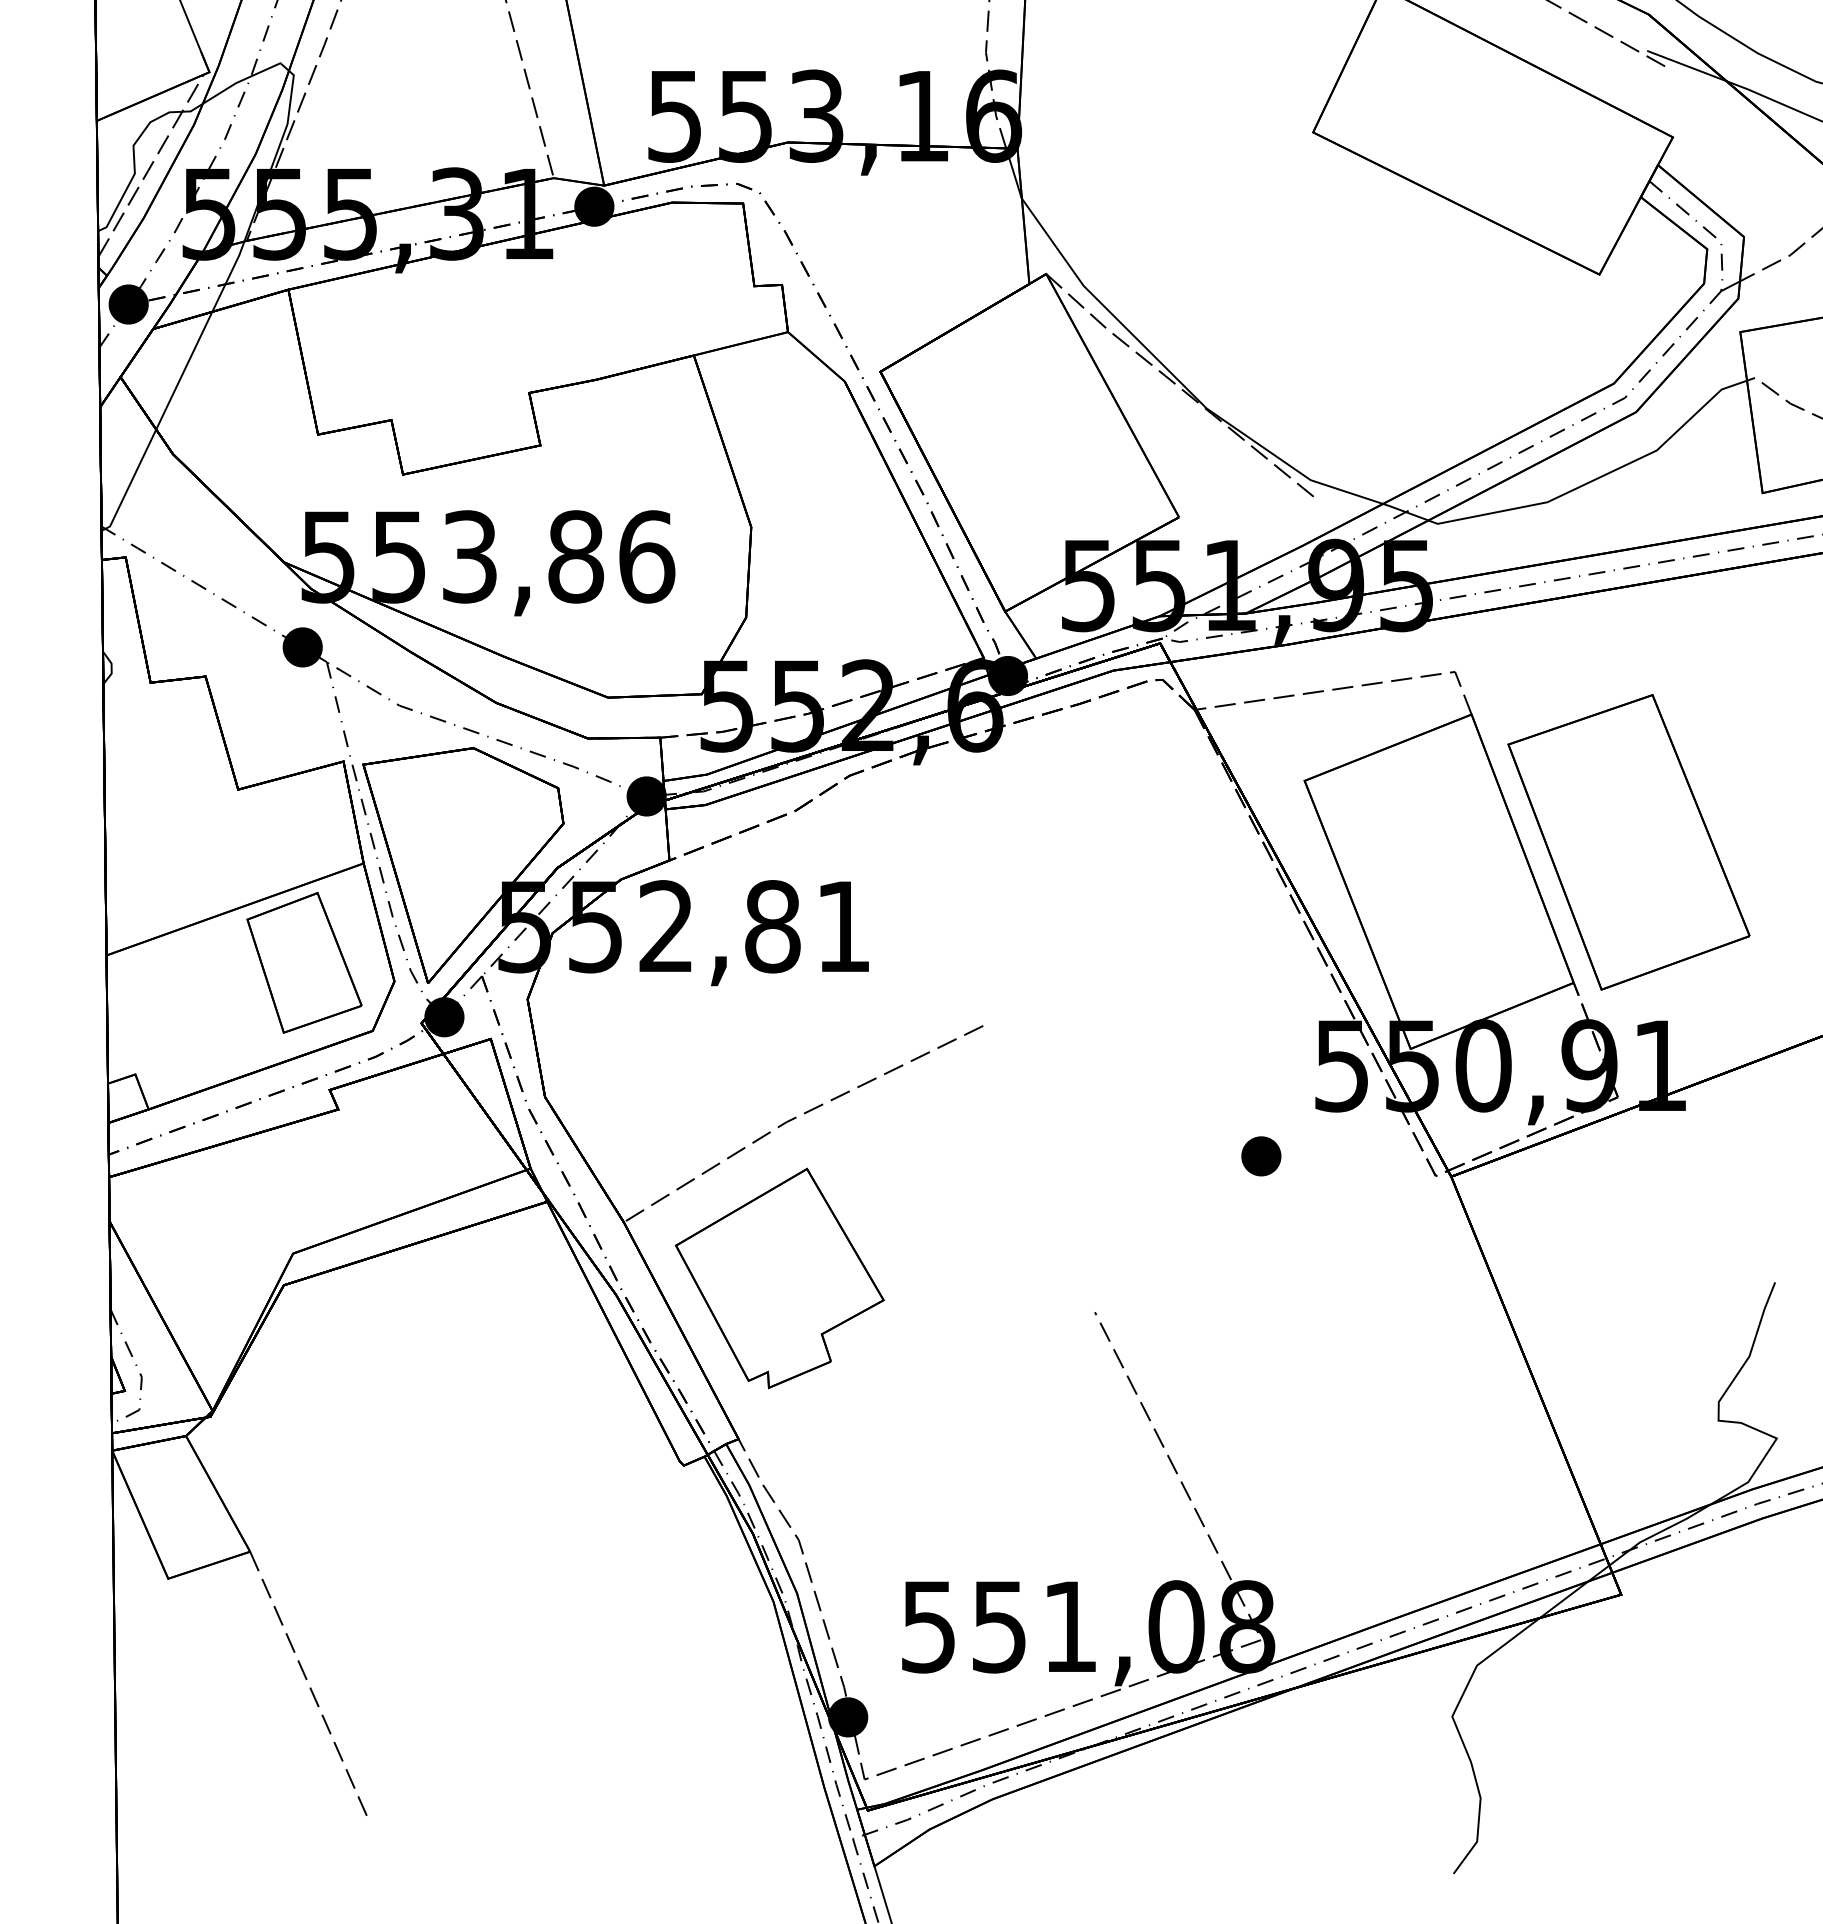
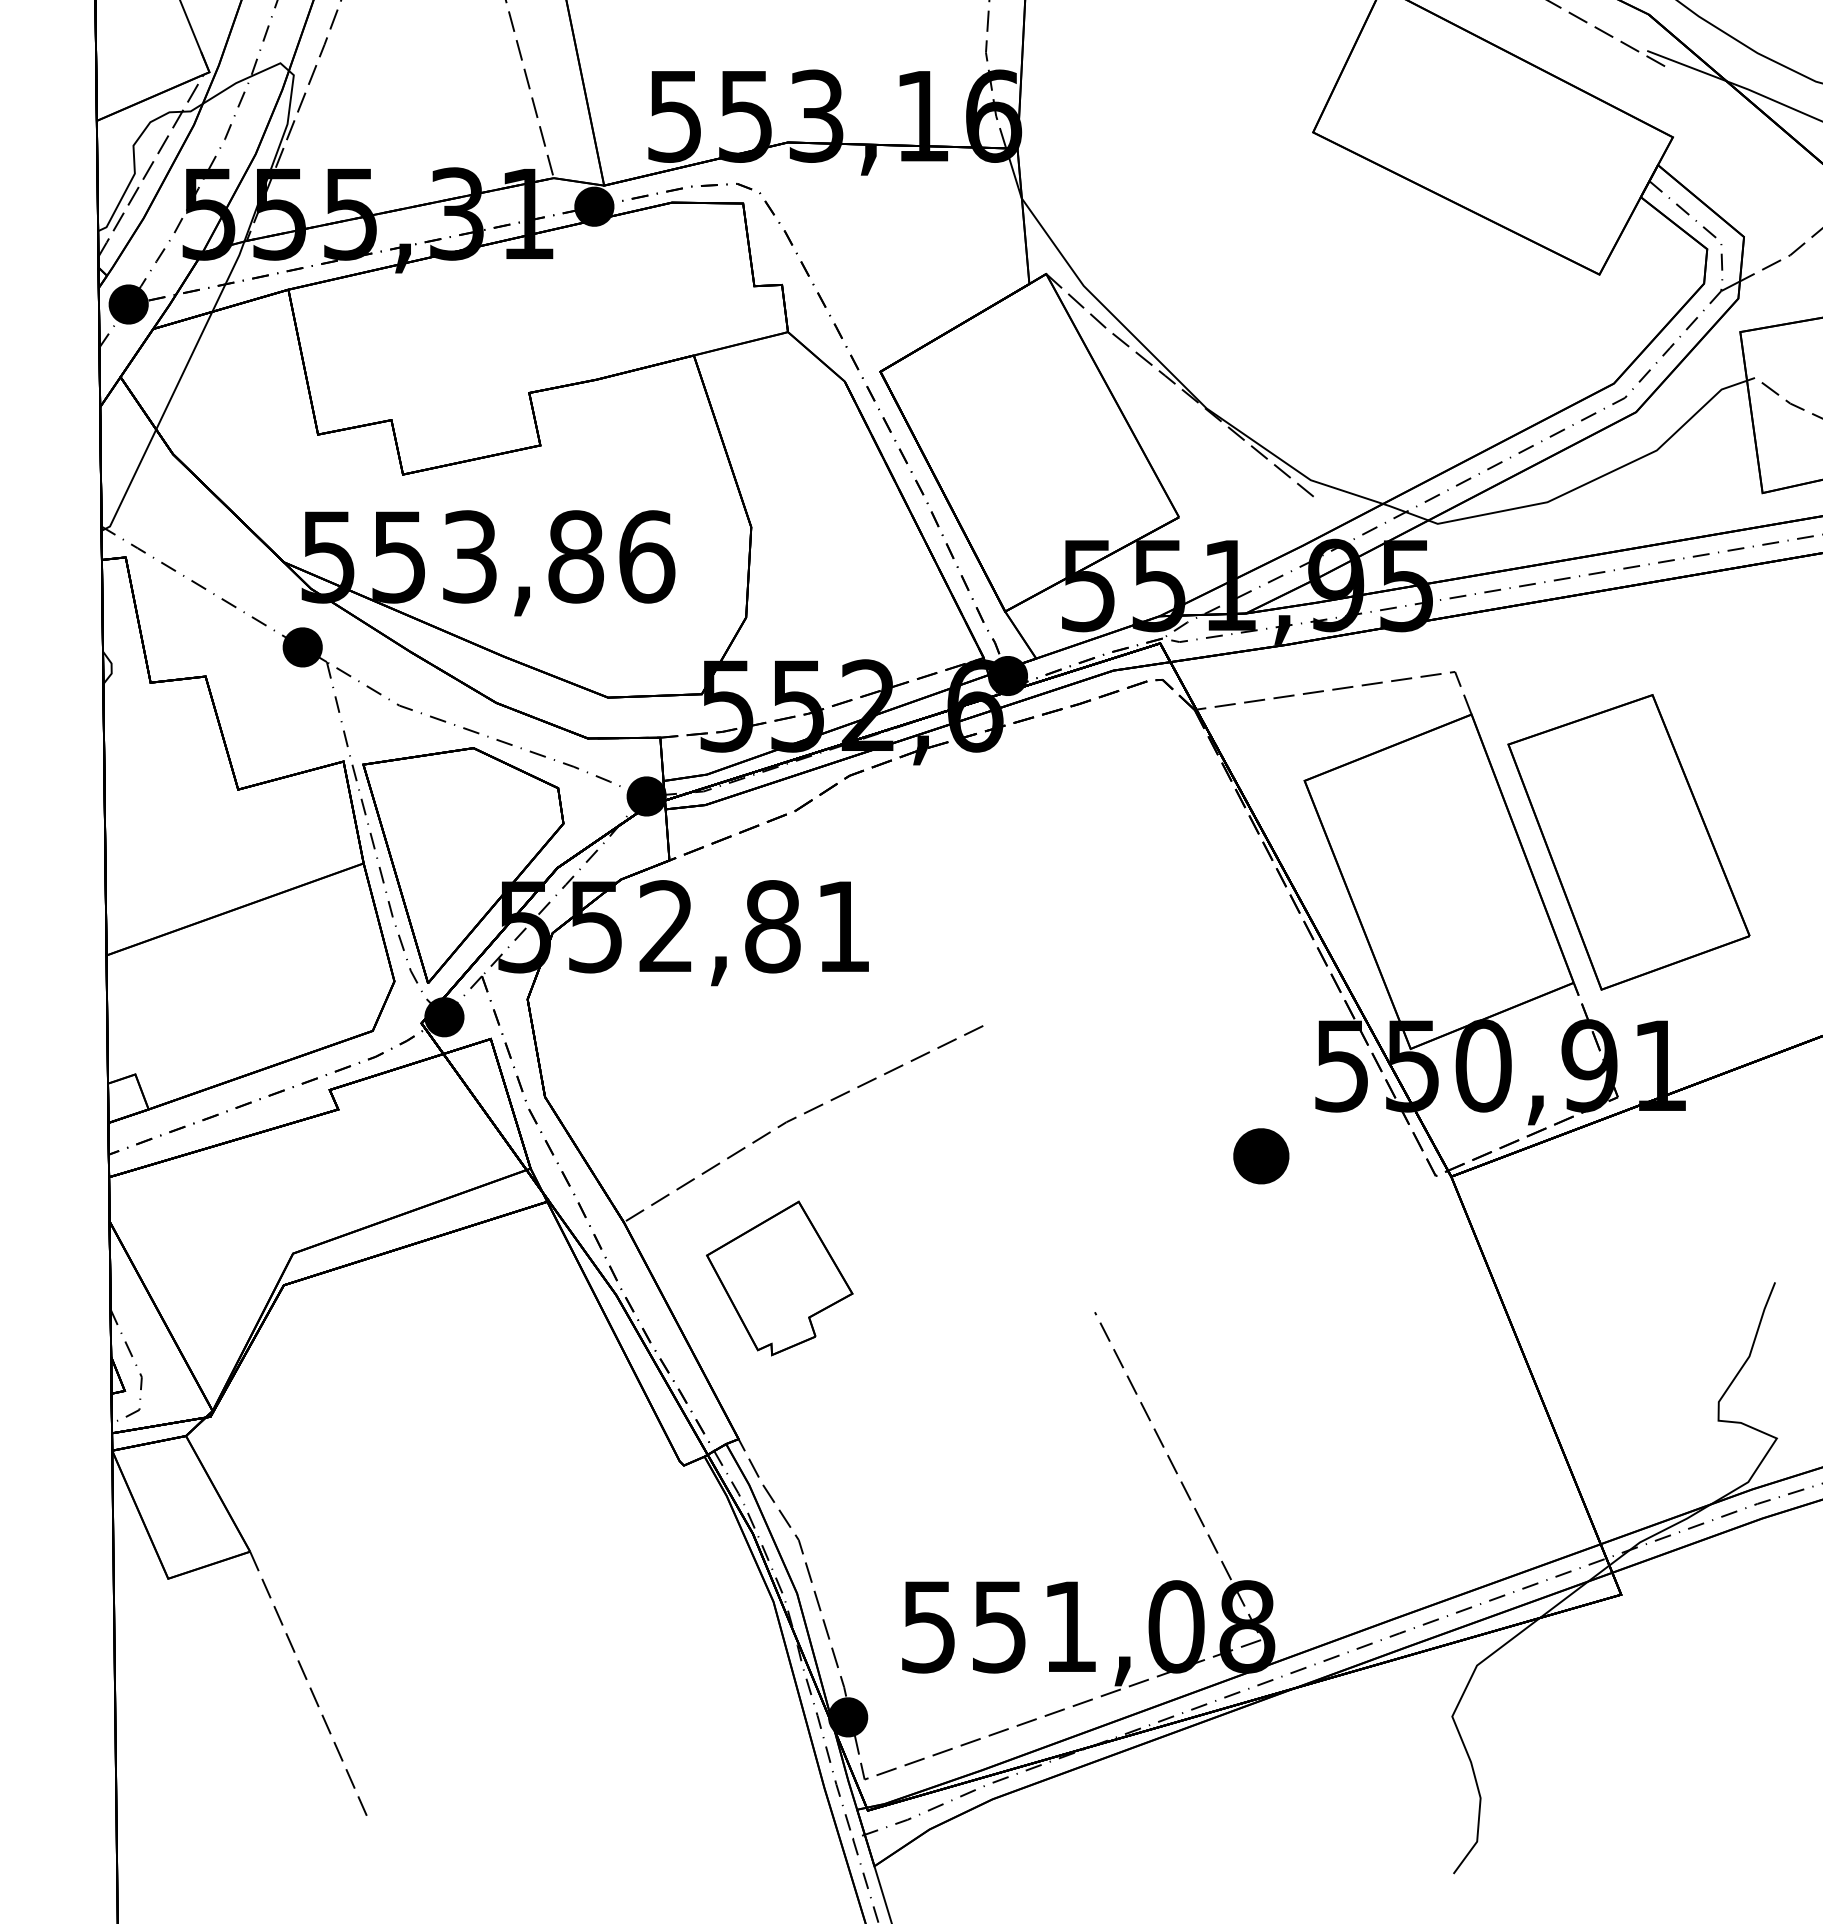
part at (304, 962): present -> none
part at (1261, 1156) size: 41x41 px -> 57x57 px
part at (779, 1278) size: 211x223 px -> 148x157 px
